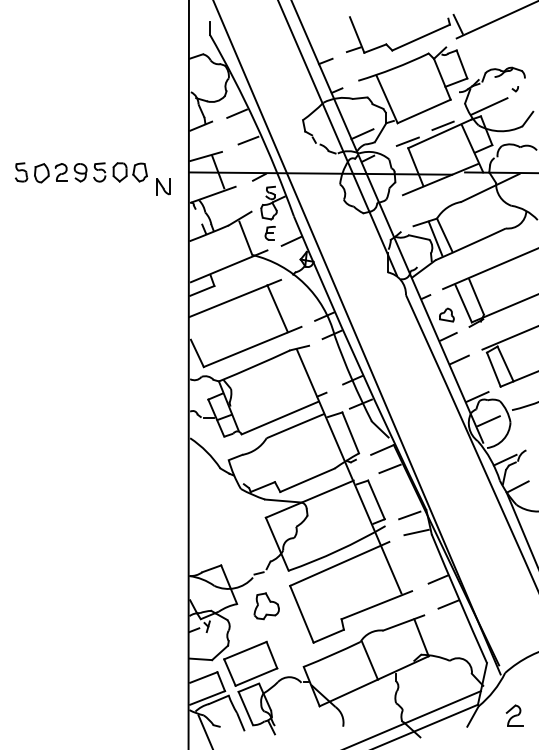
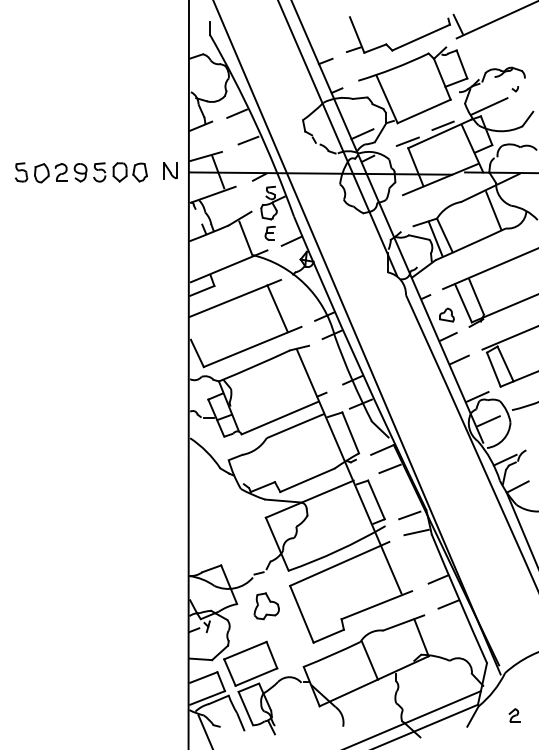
part at (163, 186) position: (163, 186) -> (170, 170)
line at (493, 210): none -> present
part at (514, 715) size: 19x23 px -> 13x15 px
